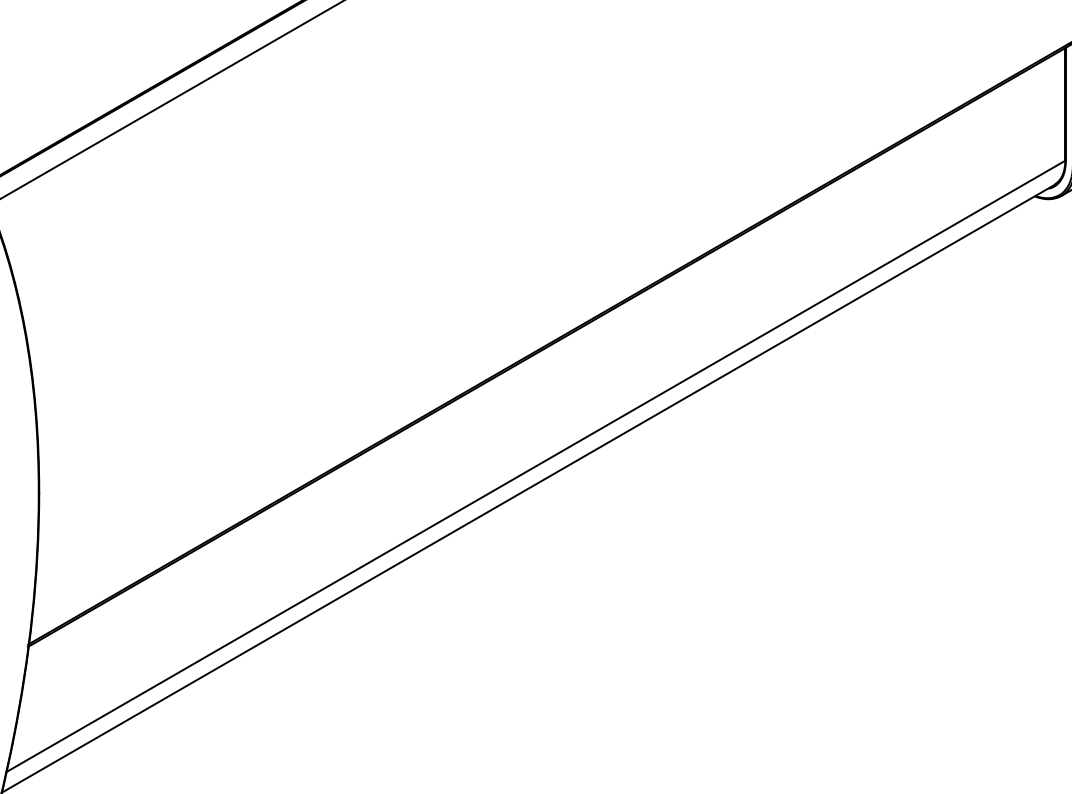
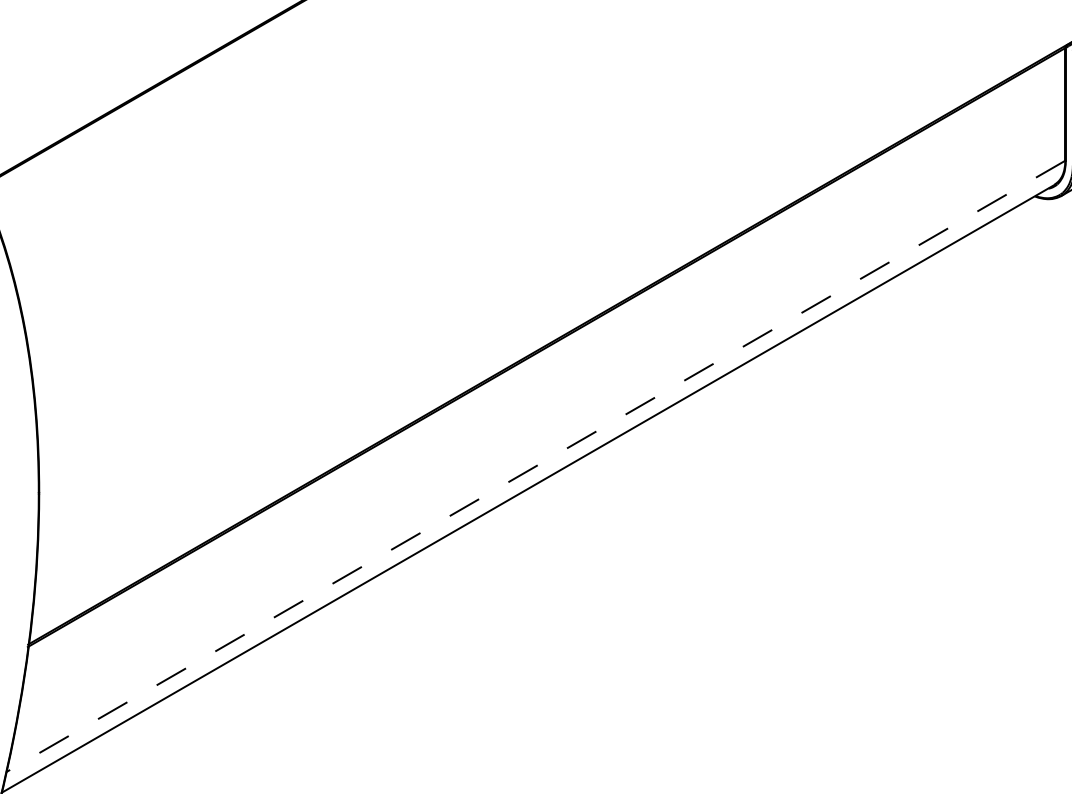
line at (171, 99): present -> none
line at (535, 466): solid -> dashed
